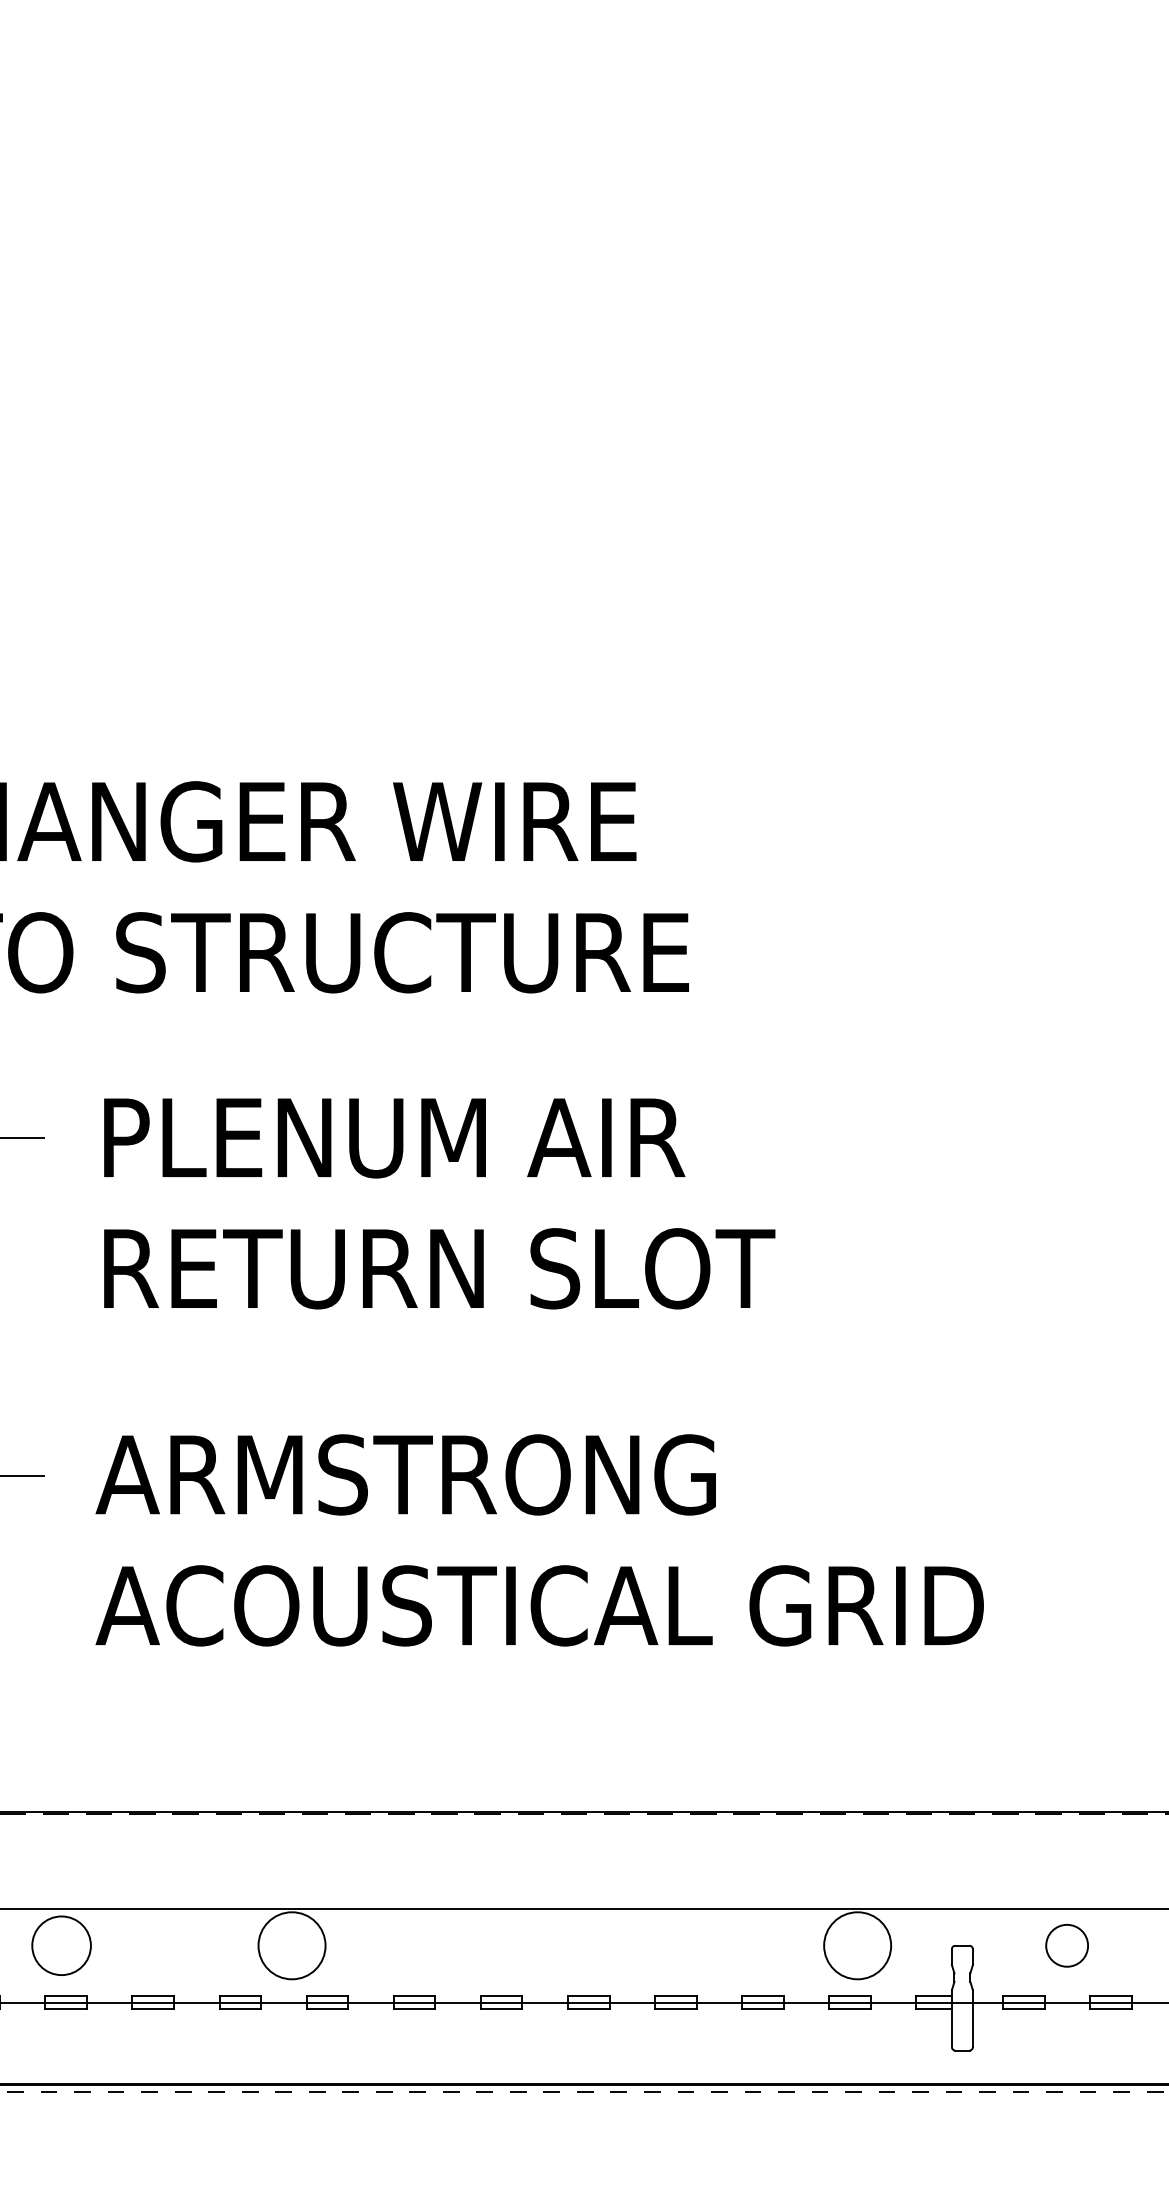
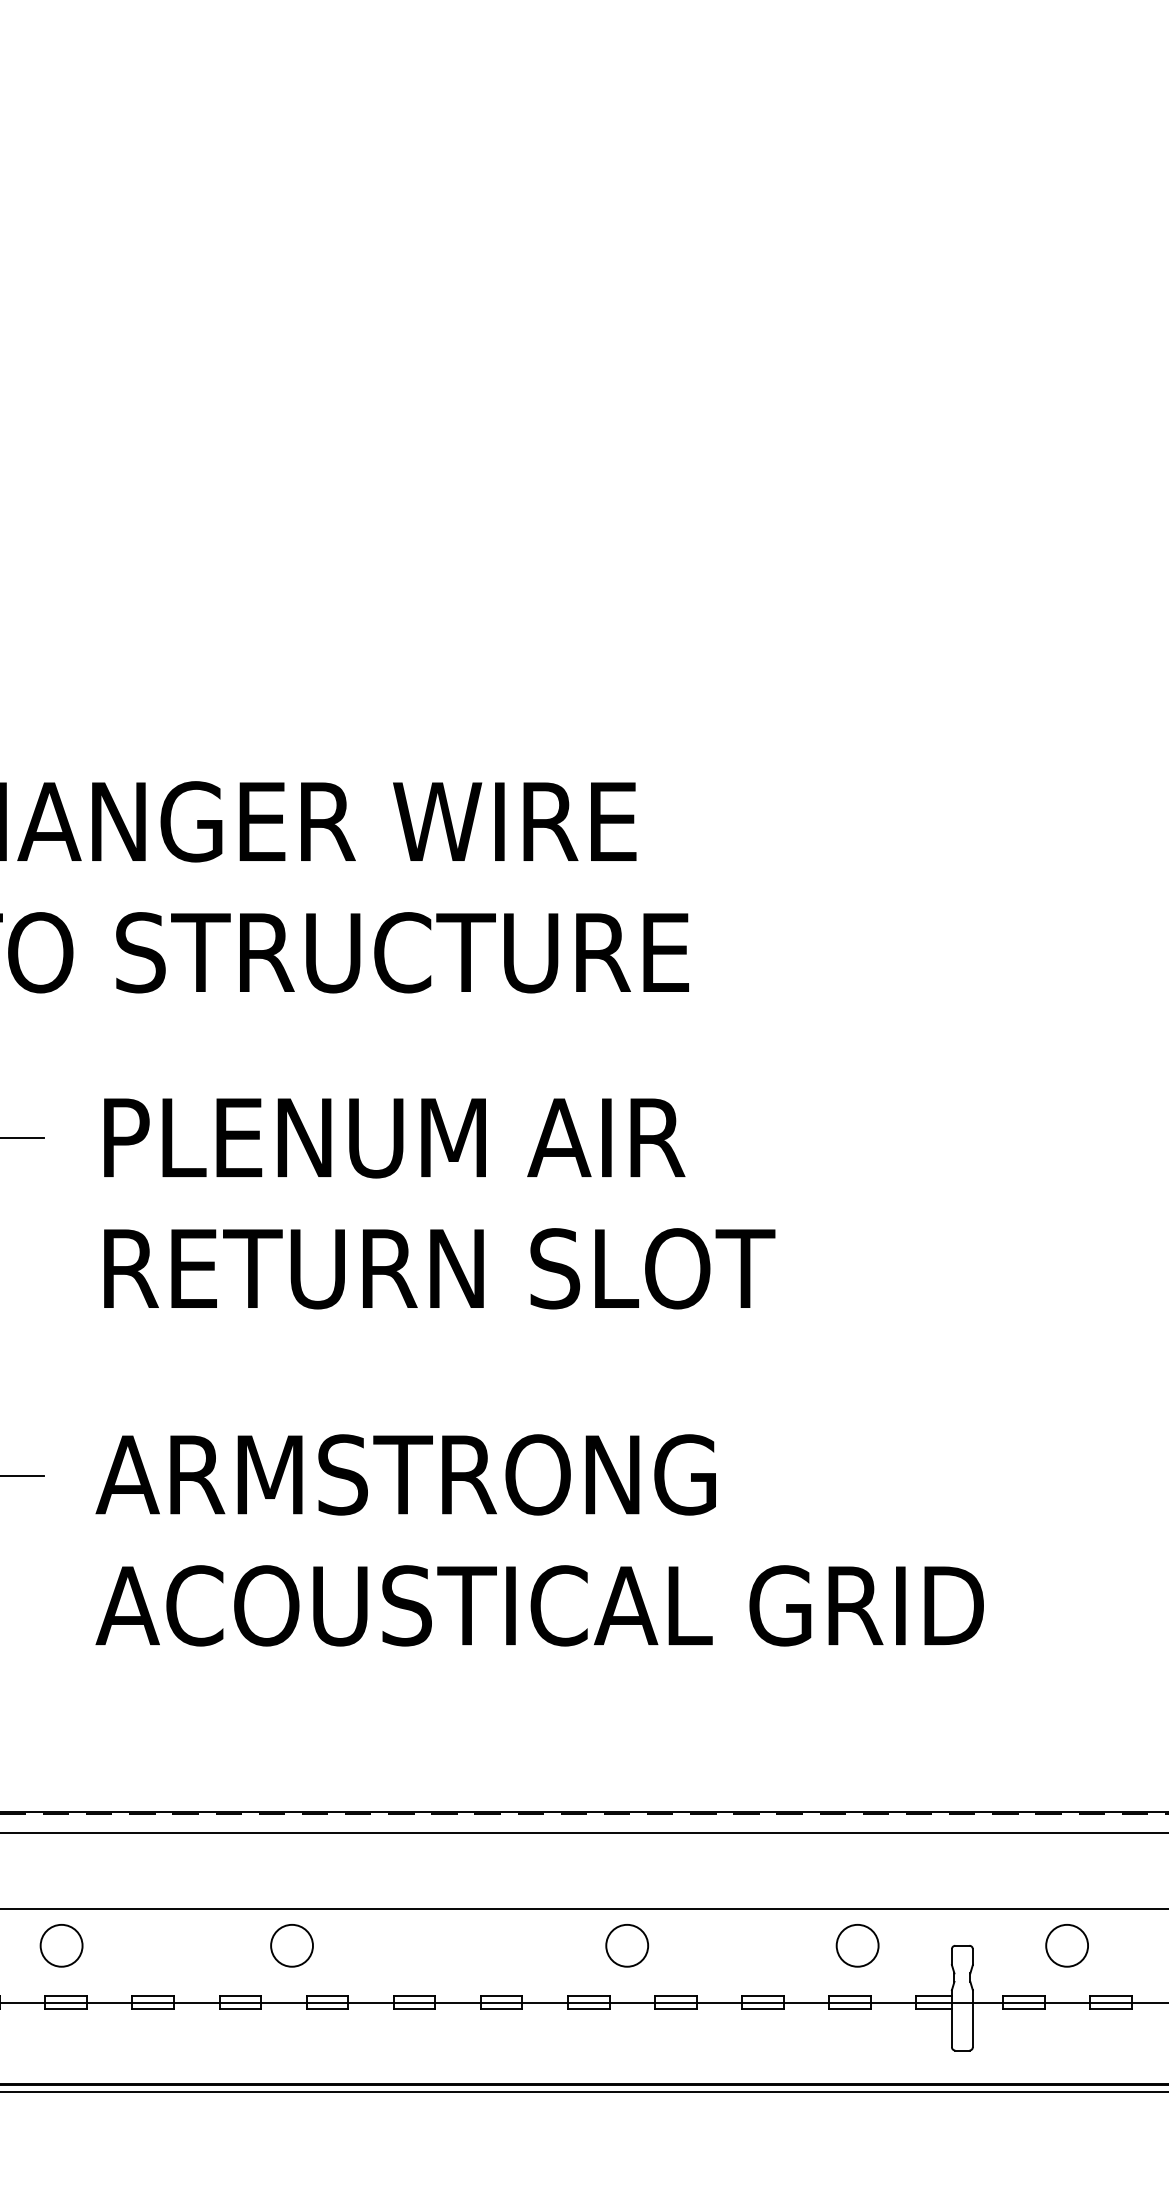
line at (583, 1832): none -> present
circle at (61, 1945) diameter: 59 px -> 42 px
circle at (291, 1945) diameter: 67 px -> 42 px
circle at (627, 1945): none -> present
circle at (857, 1945) diameter: 67 px -> 42 px
line at (584, 2092): dashed -> solid
